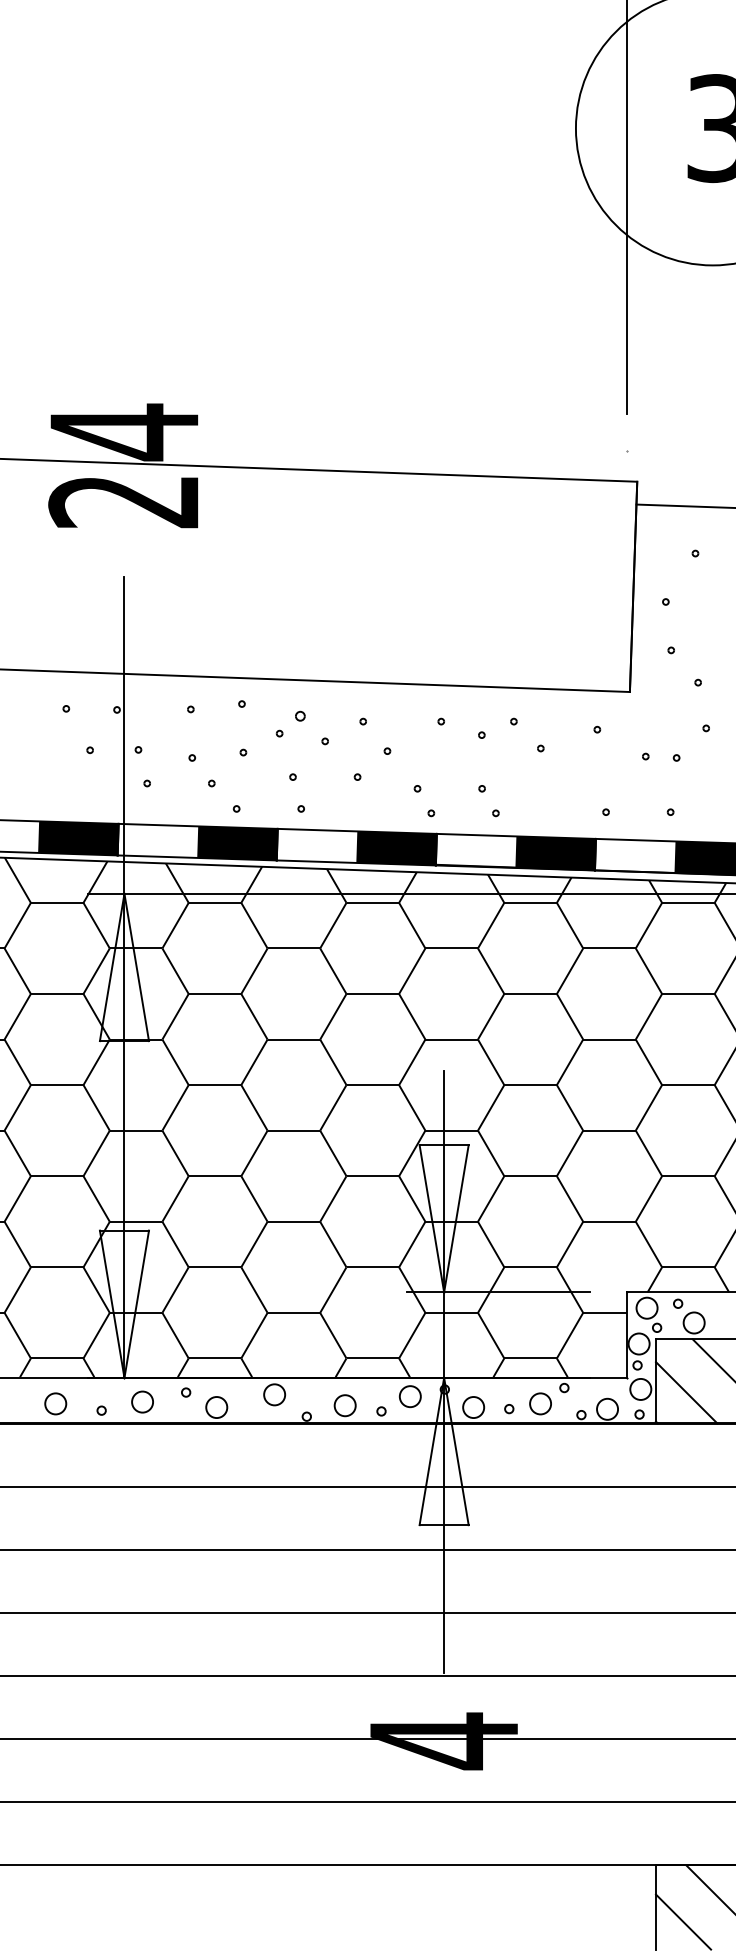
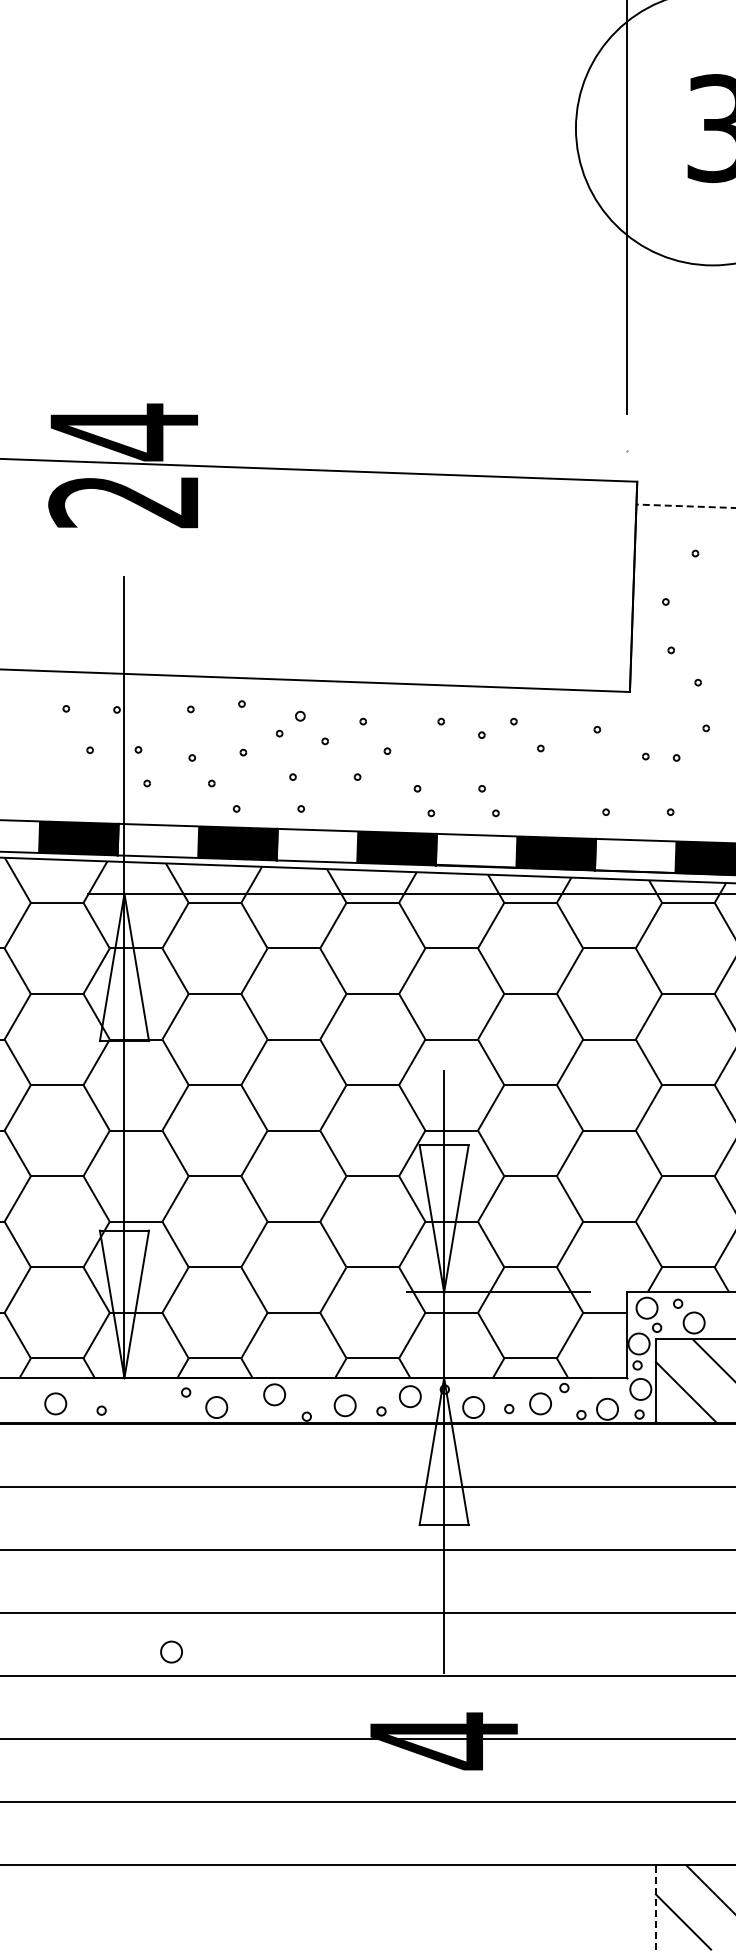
line at (686, 506): solid -> dashed
circle at (142, 1401) position: (142, 1401) -> (171, 1651)
line at (655, 1907): solid -> dashed
